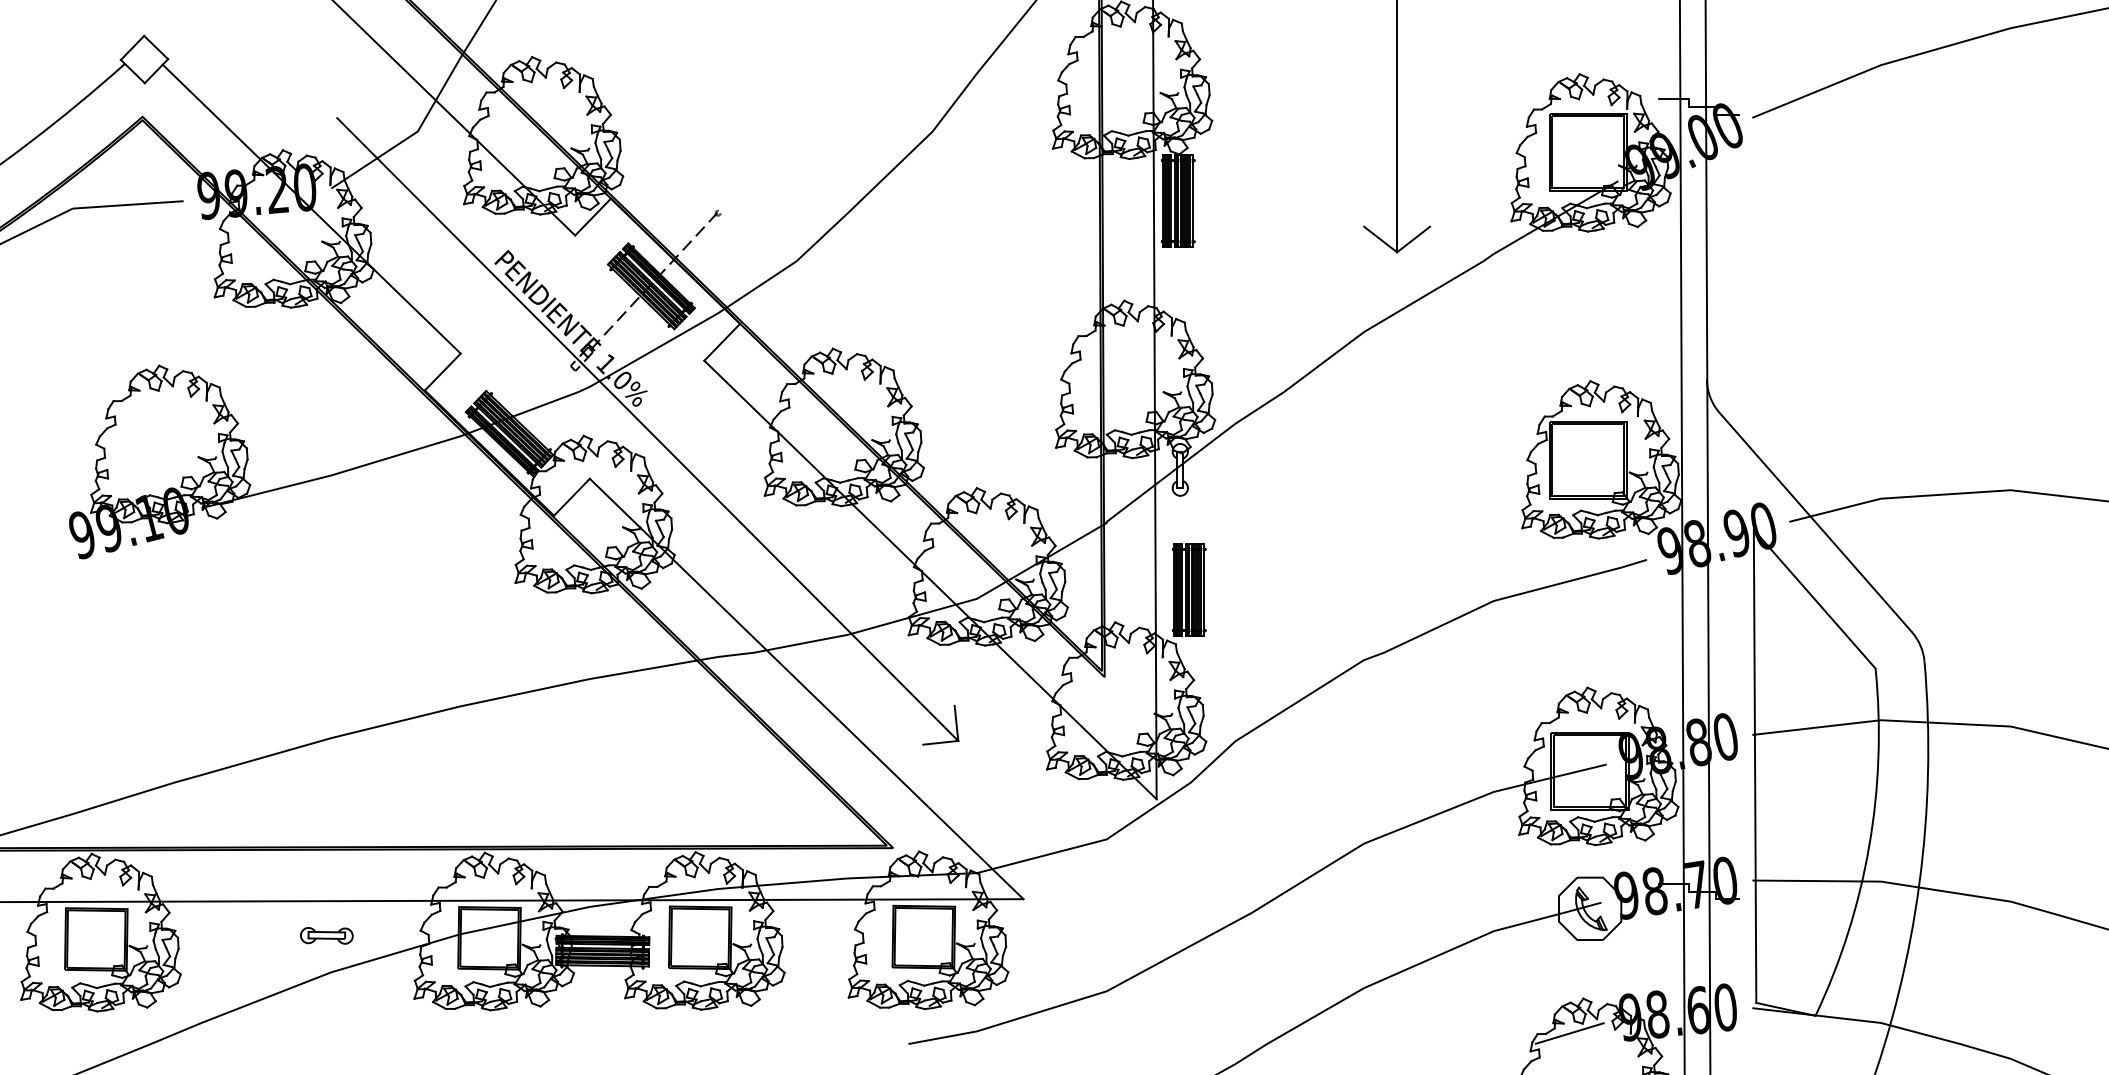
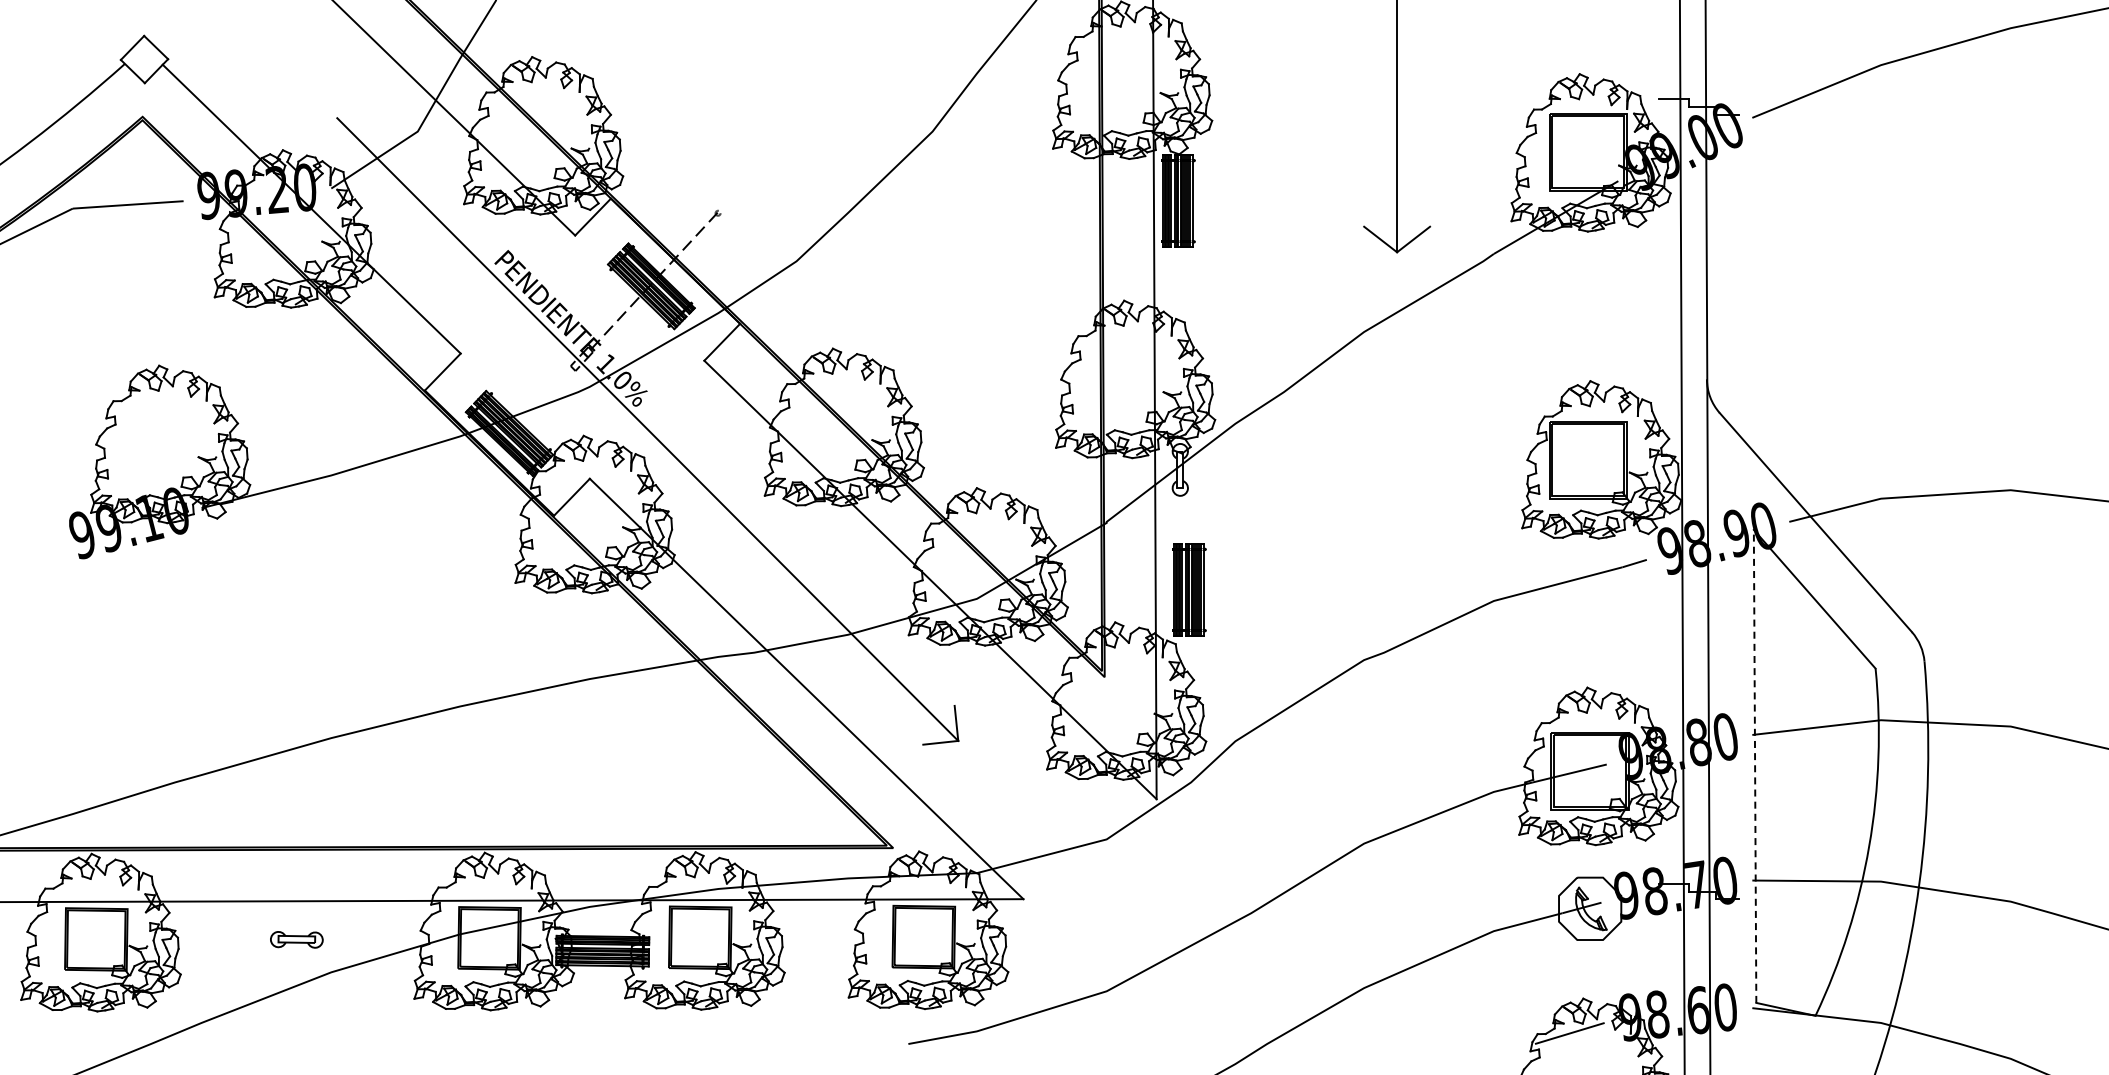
line at (1755, 766): solid -> dashed
part at (326, 935) position: (326, 935) -> (296, 939)
